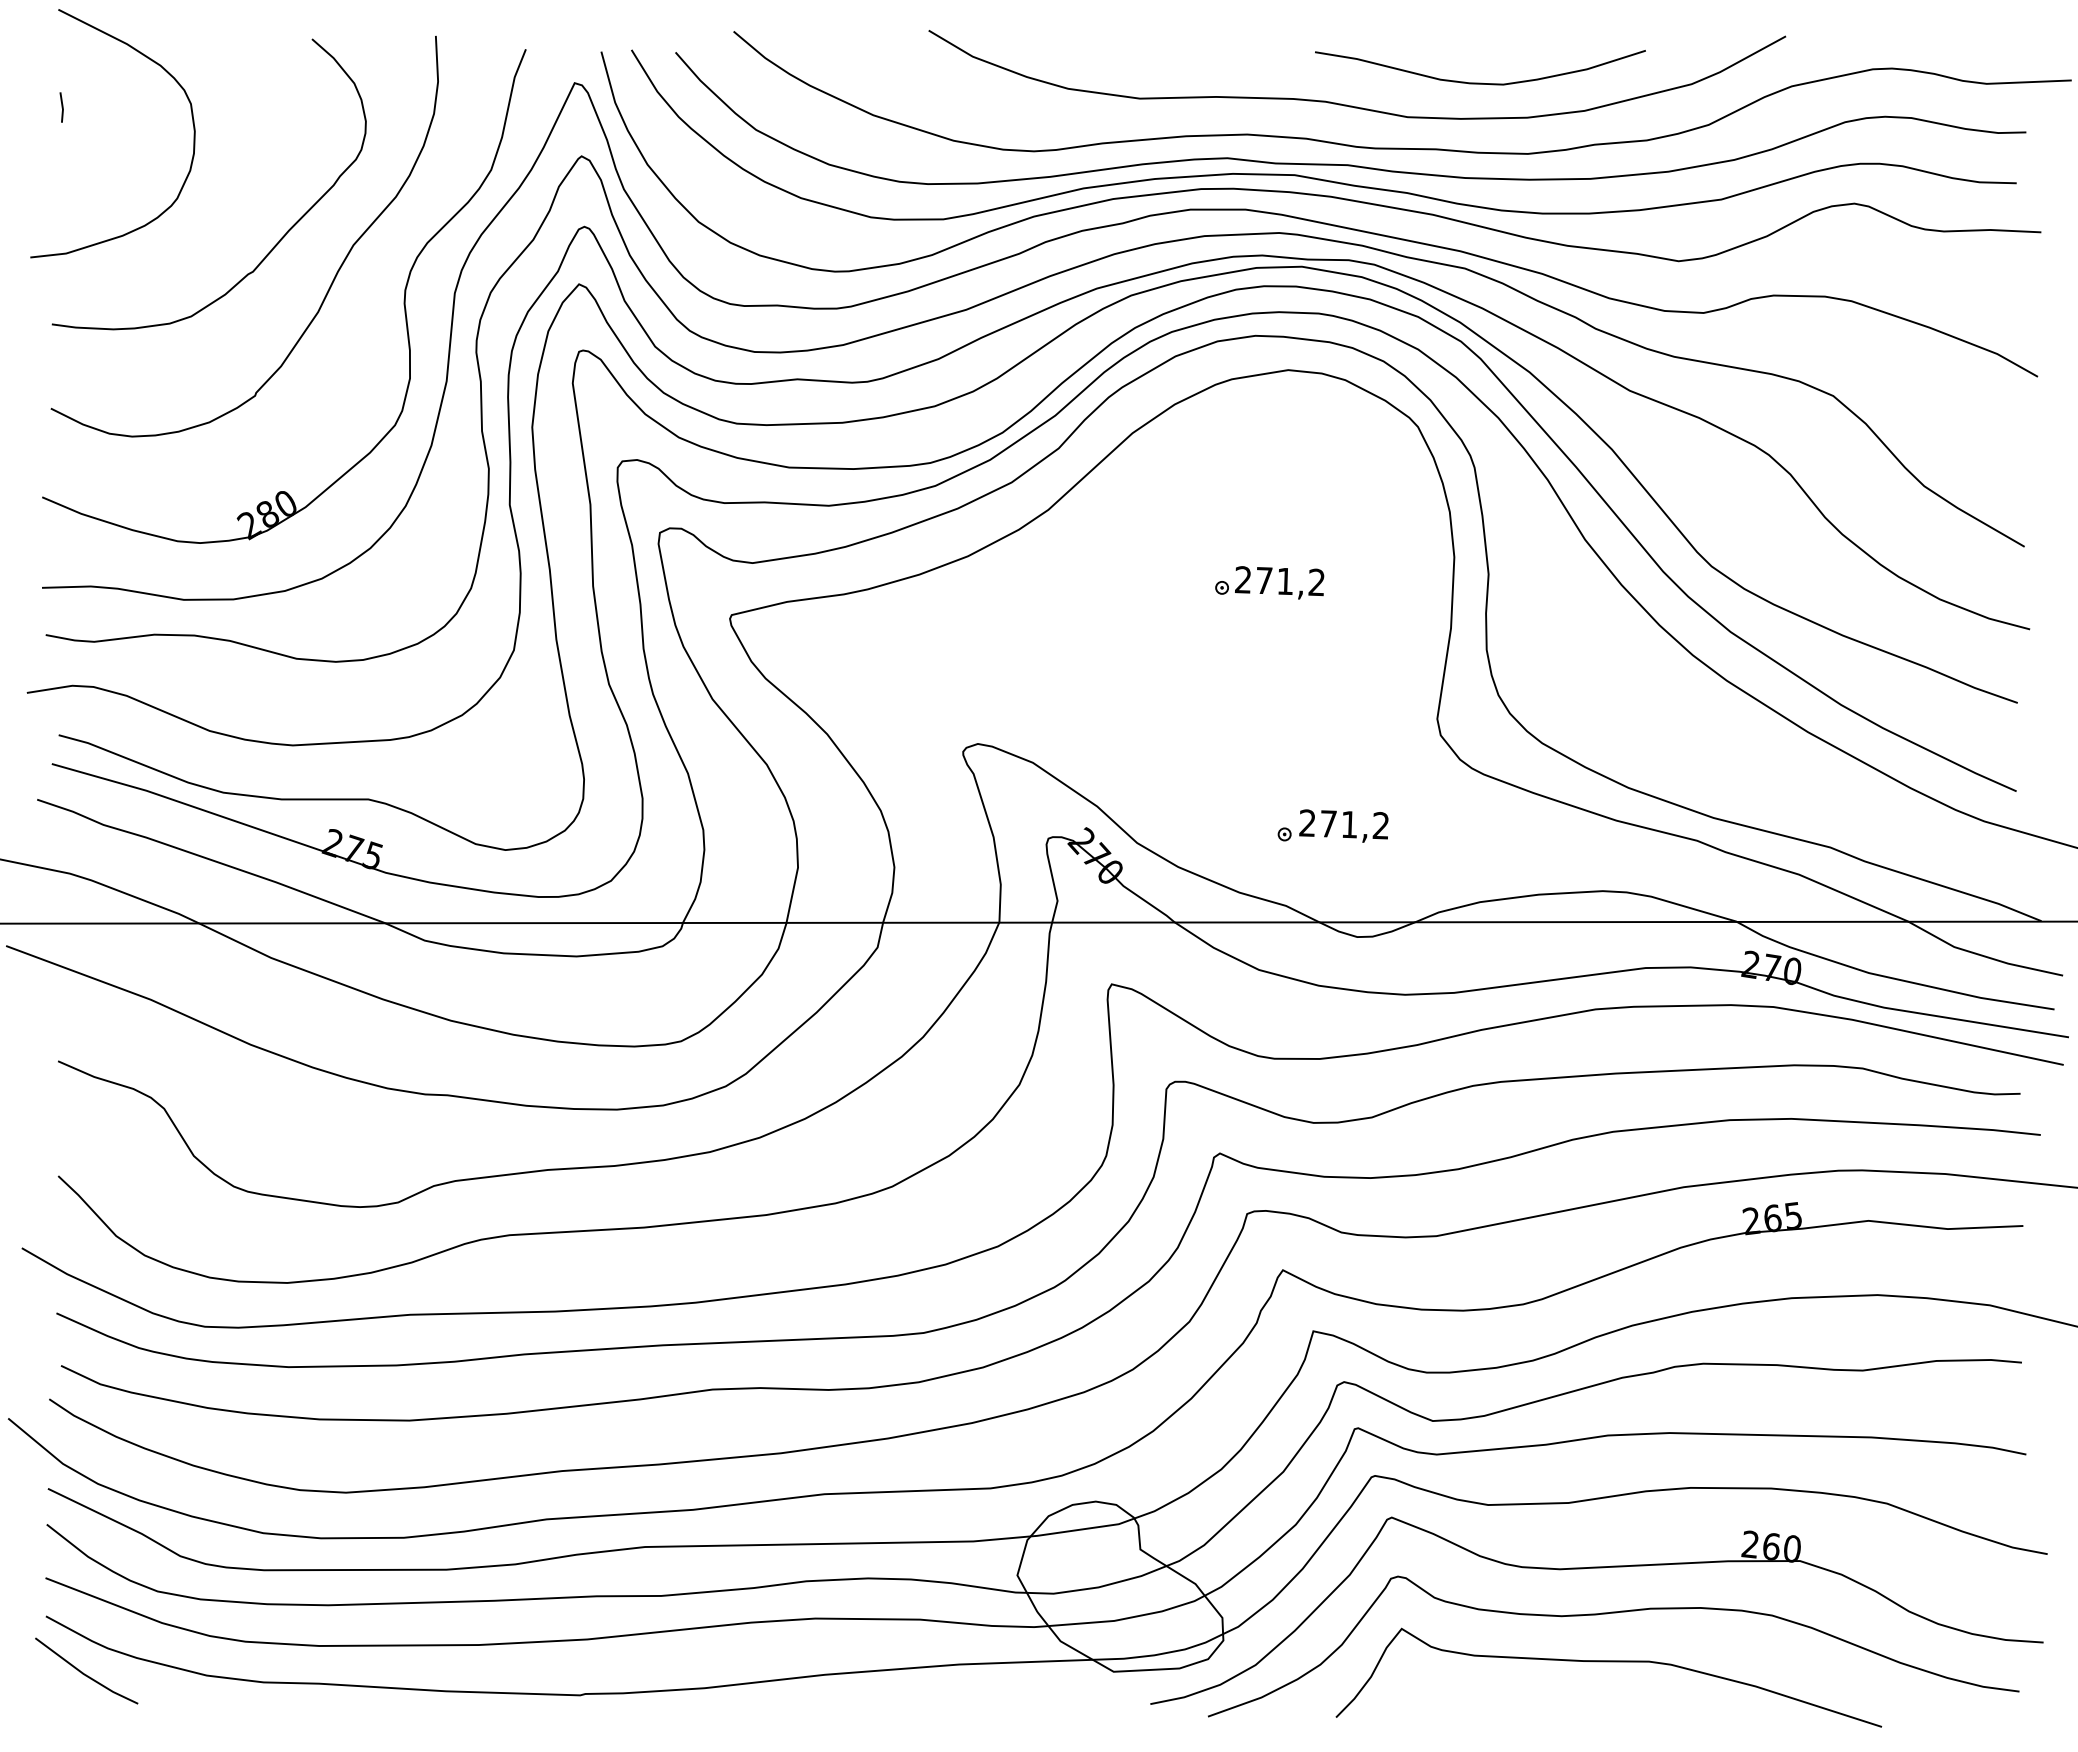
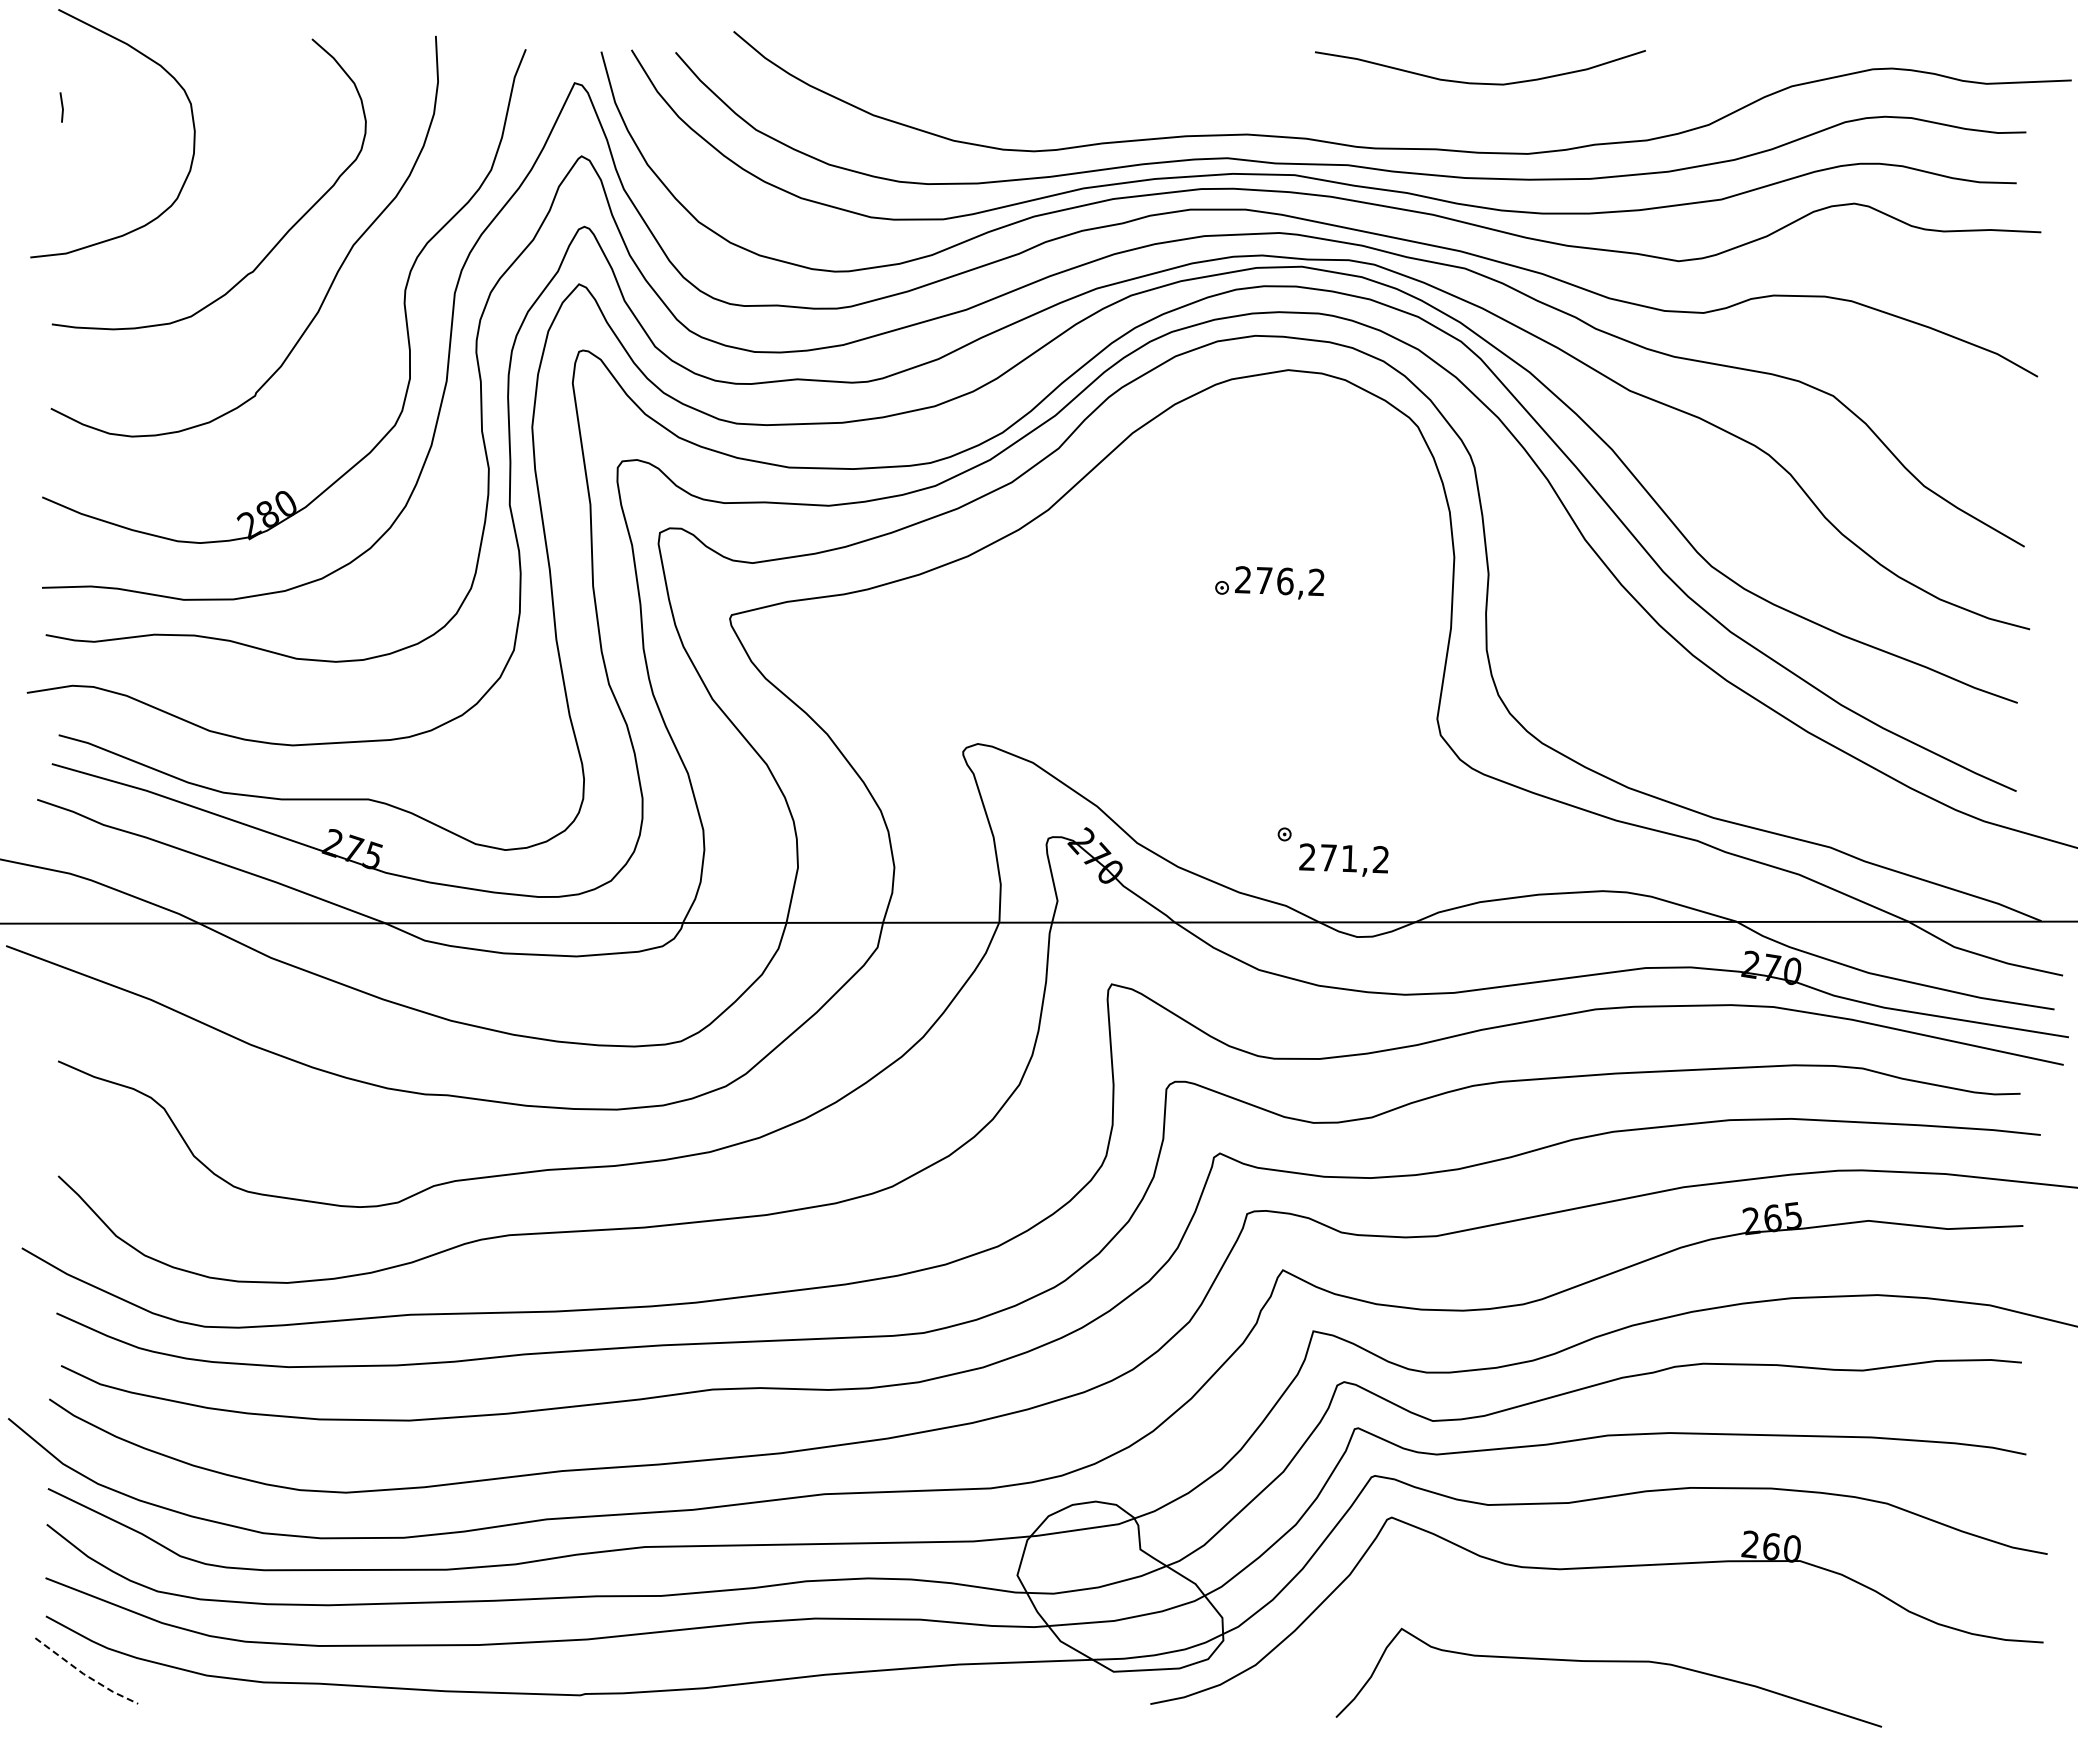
curve at (1352, 105): present -> none
text at (1285, 581): 271,2 -> 276,2
text at (1343, 825) position: (1343, 825) -> (1343, 859)
curve at (1607, 1614): present -> none
line at (84, 1674): solid -> dashed
